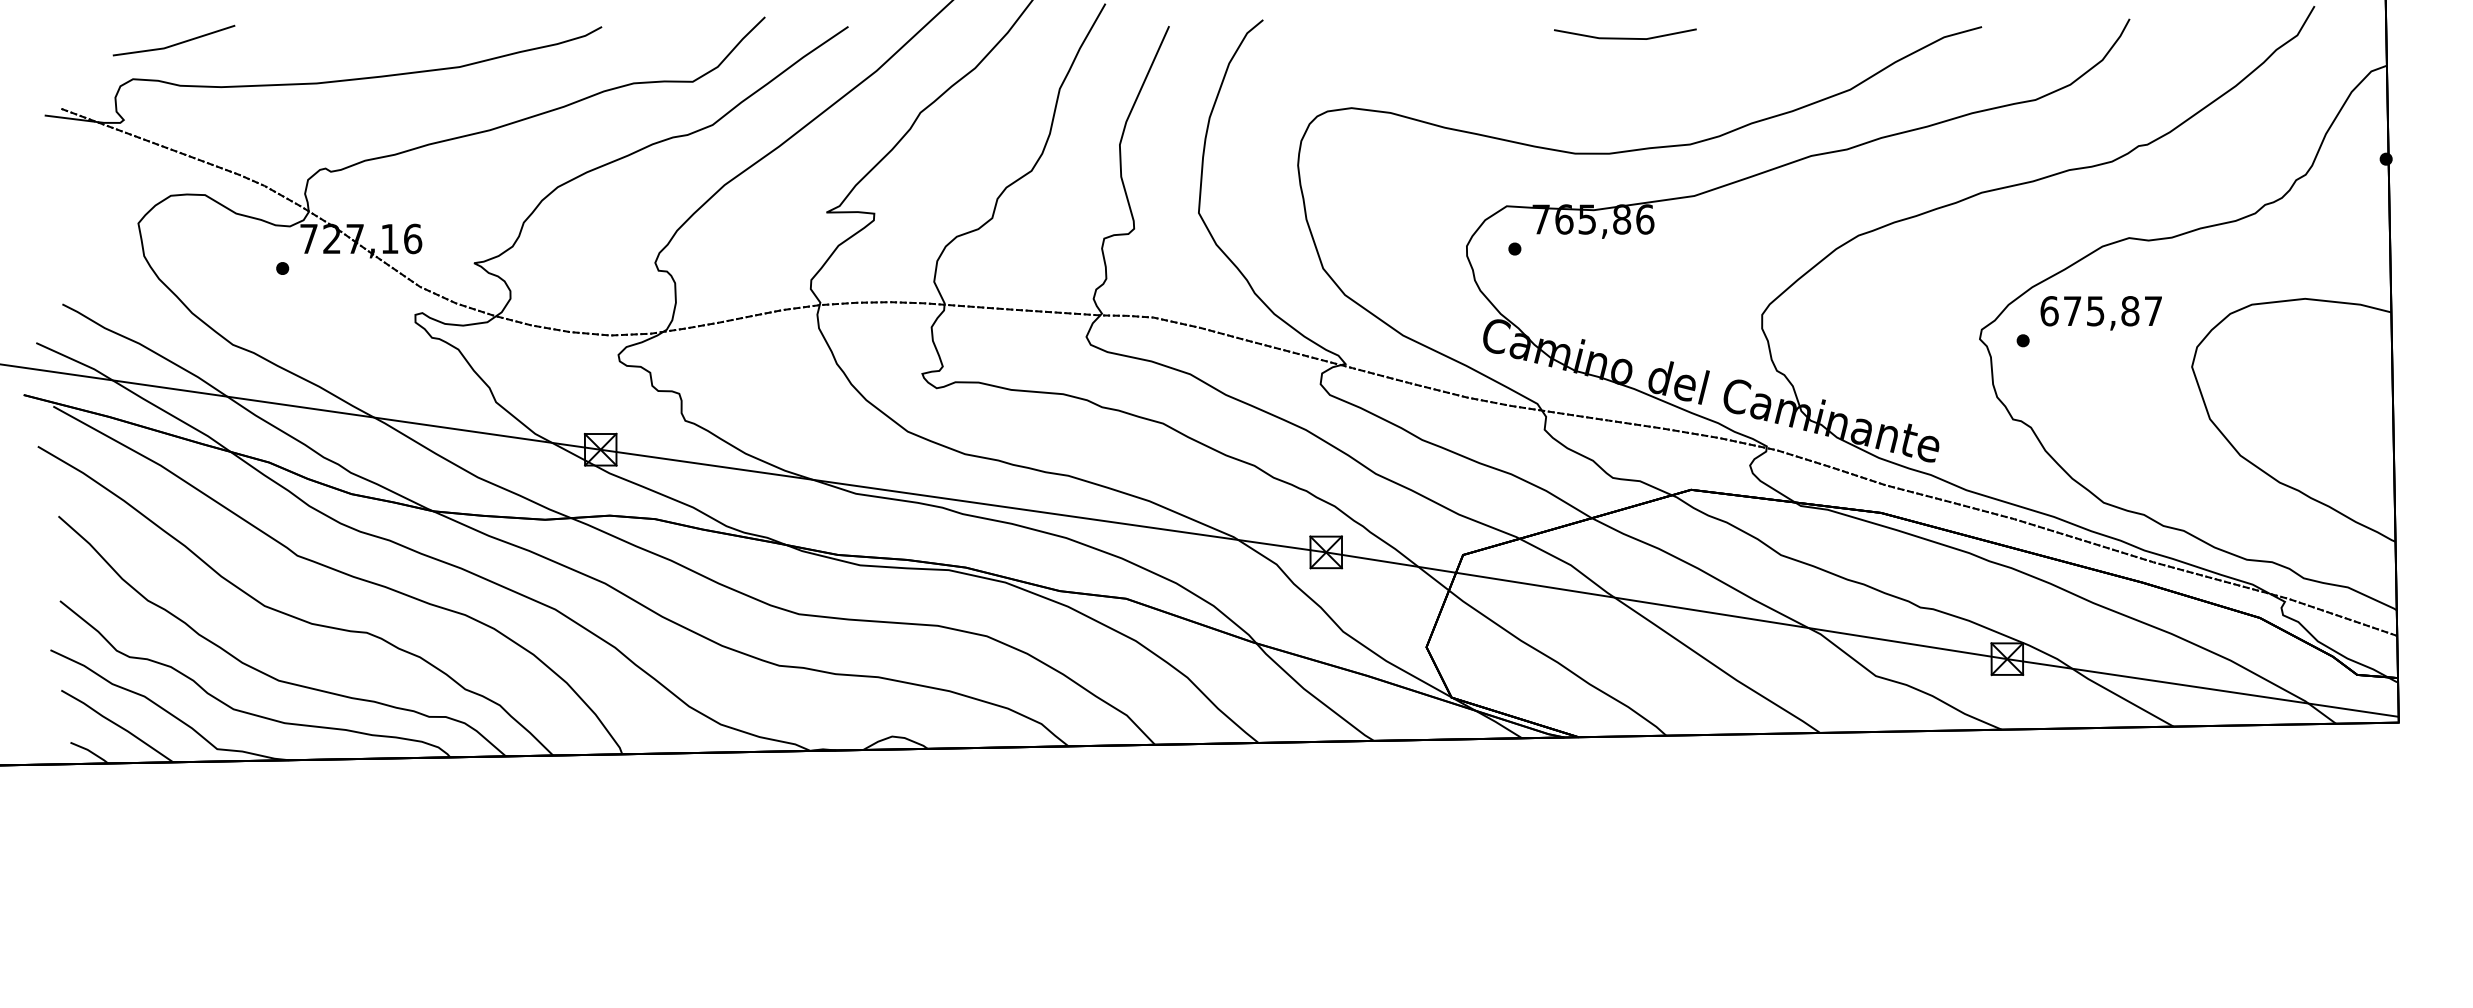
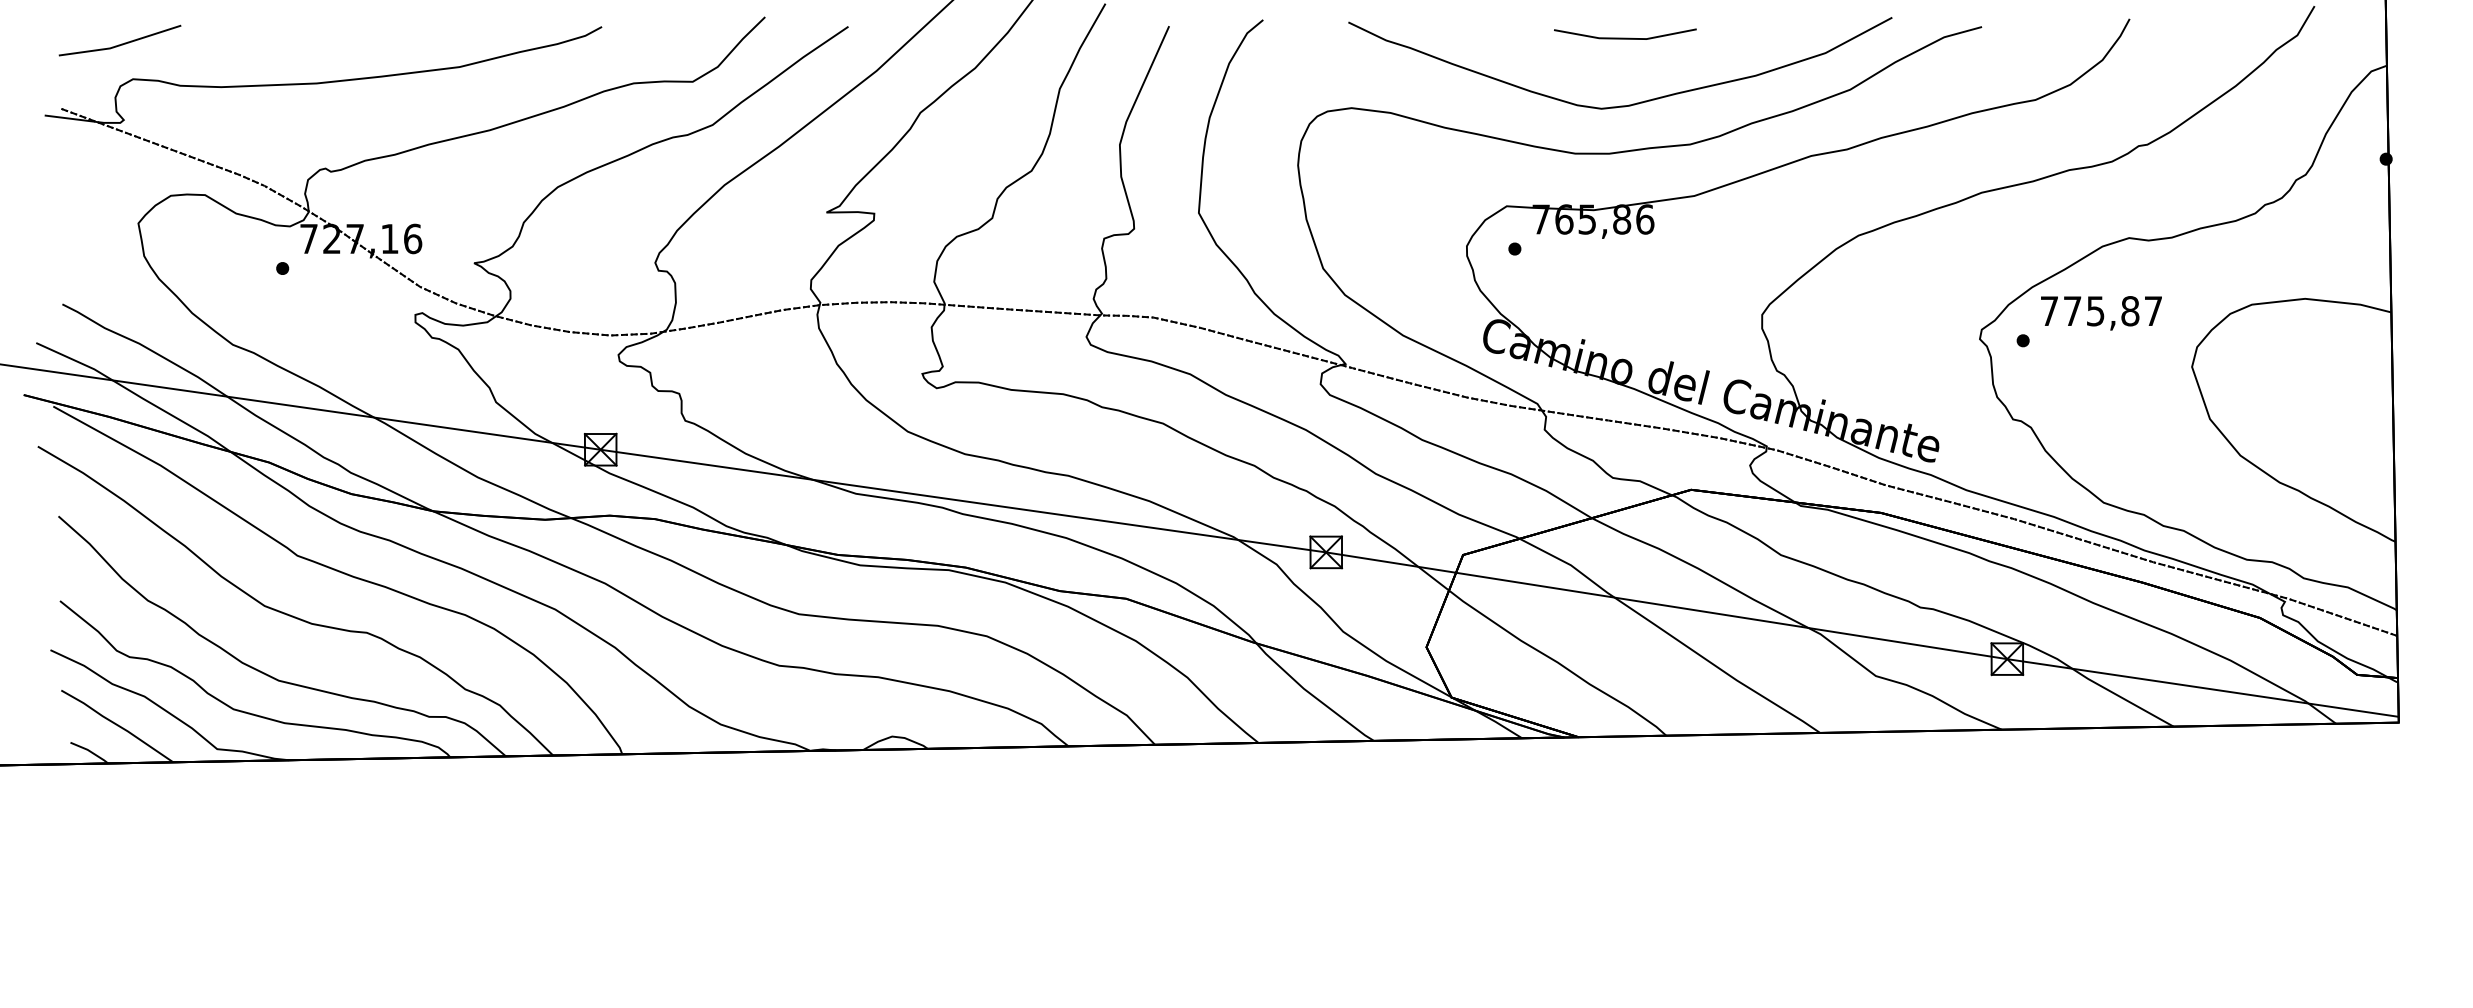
line at (175, 43) position: (175, 43) -> (121, 43)
curve at (1629, 104): none -> present
text at (2049, 311): 675,87 -> 775,87
